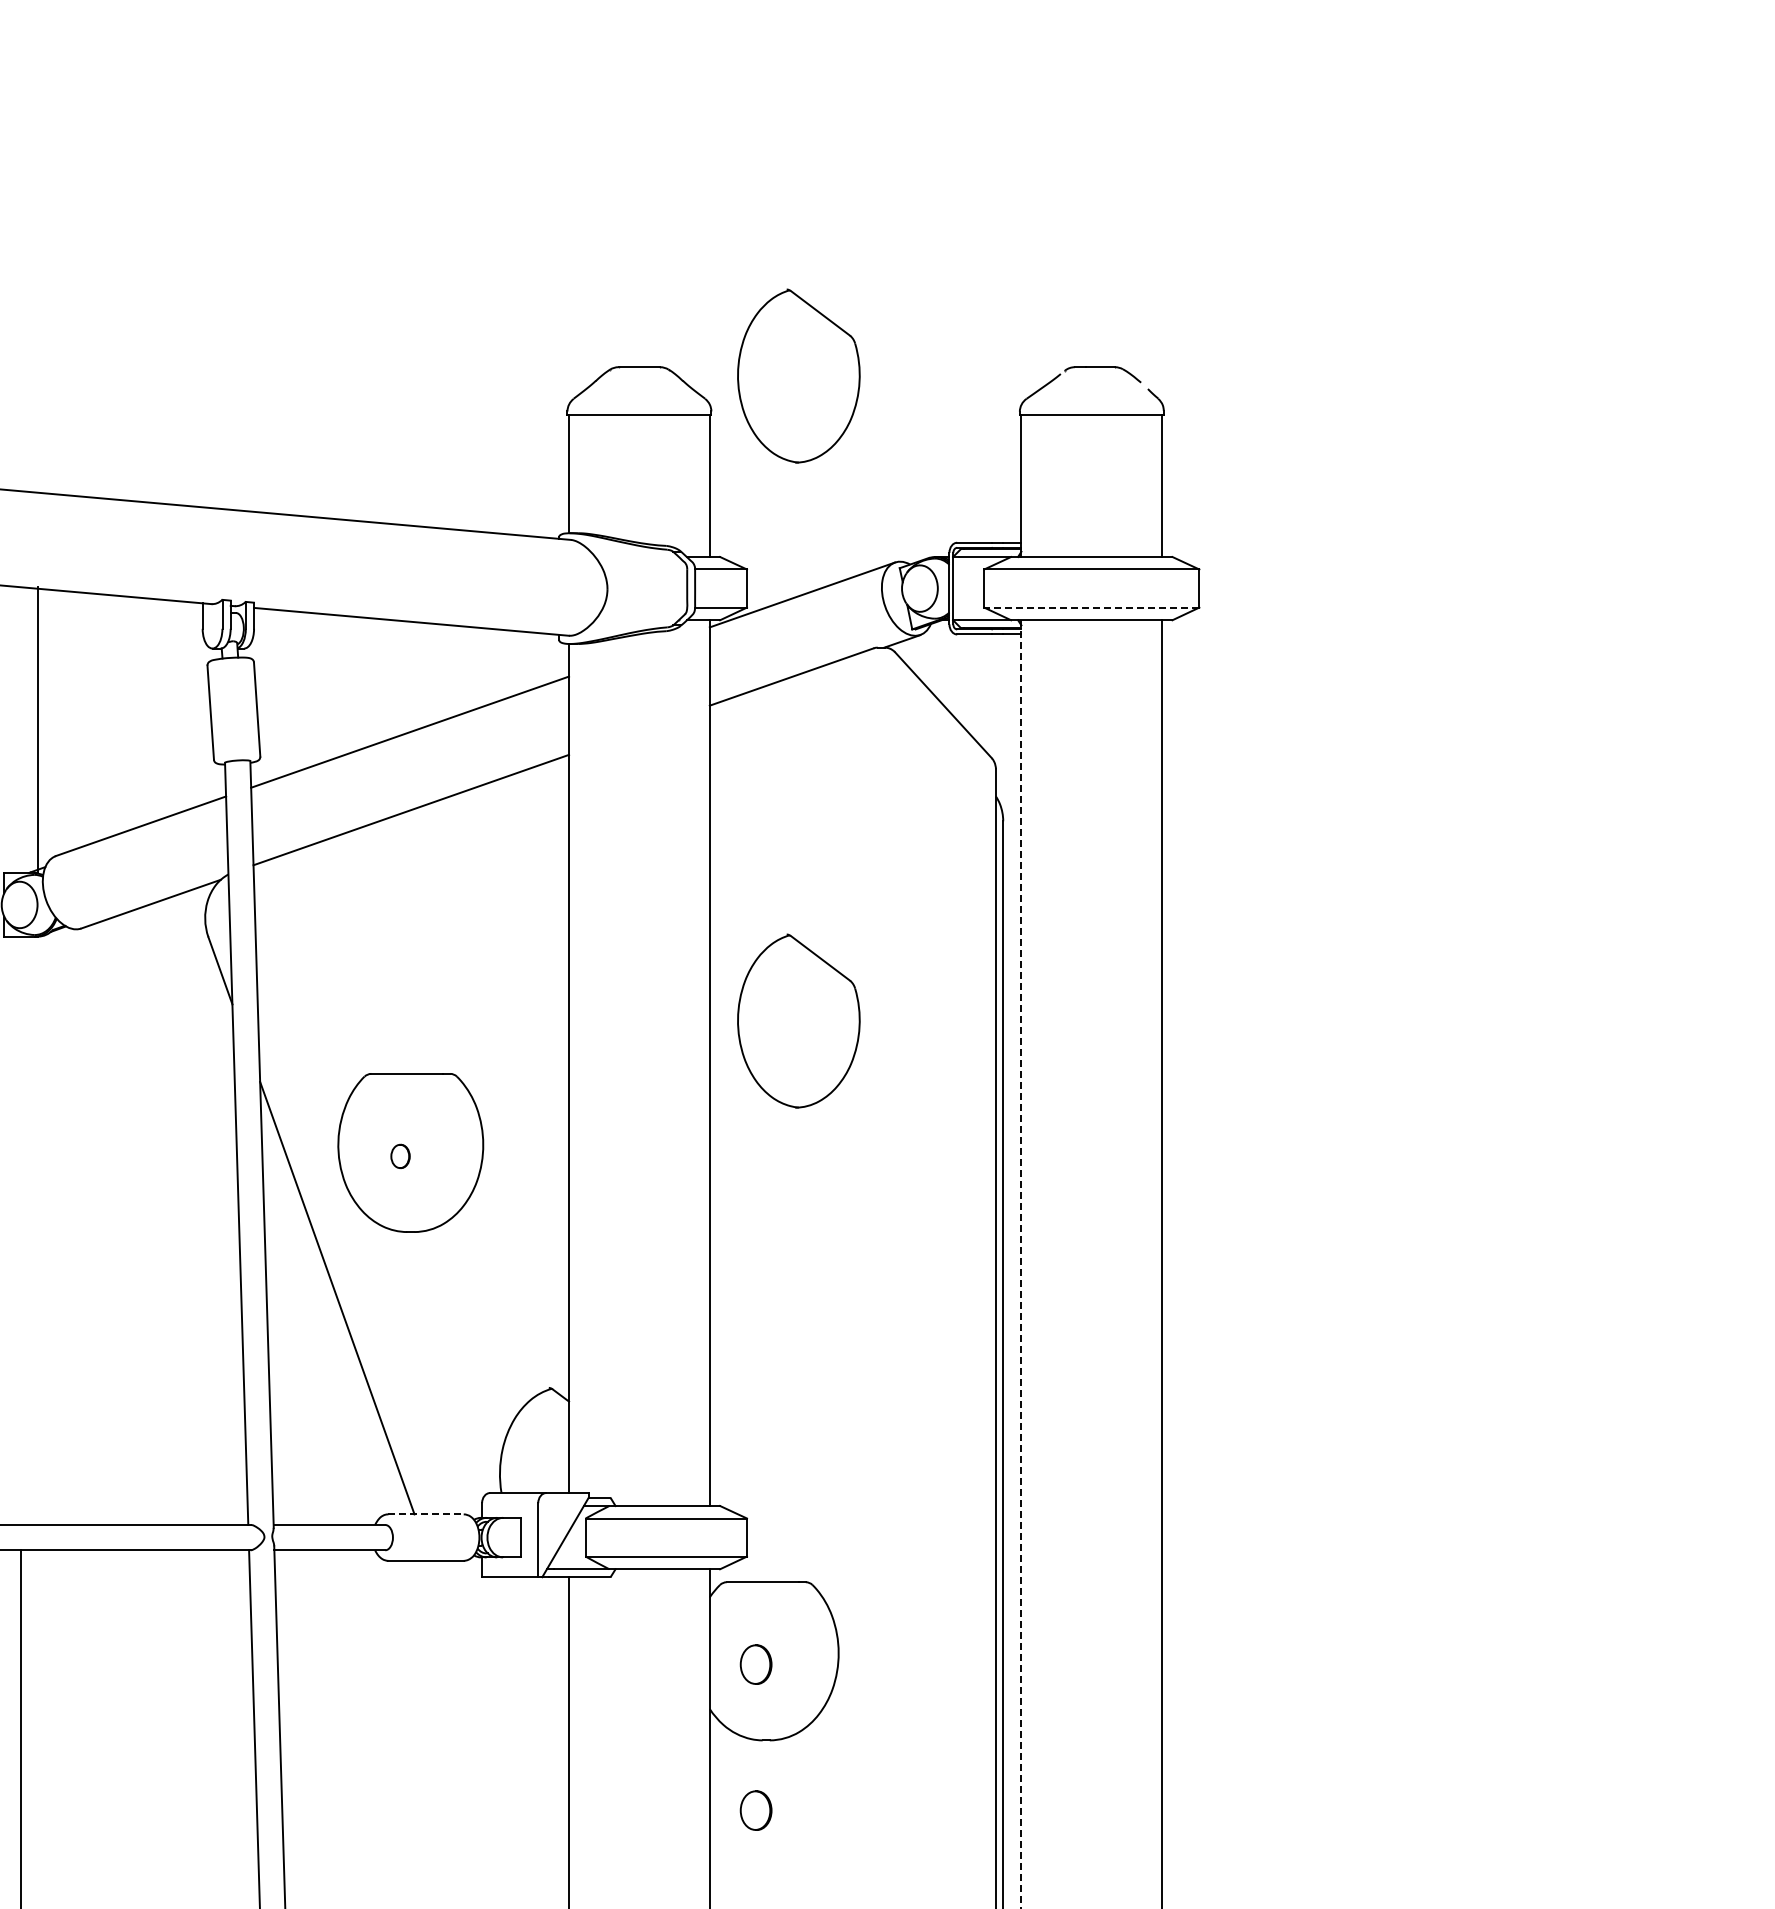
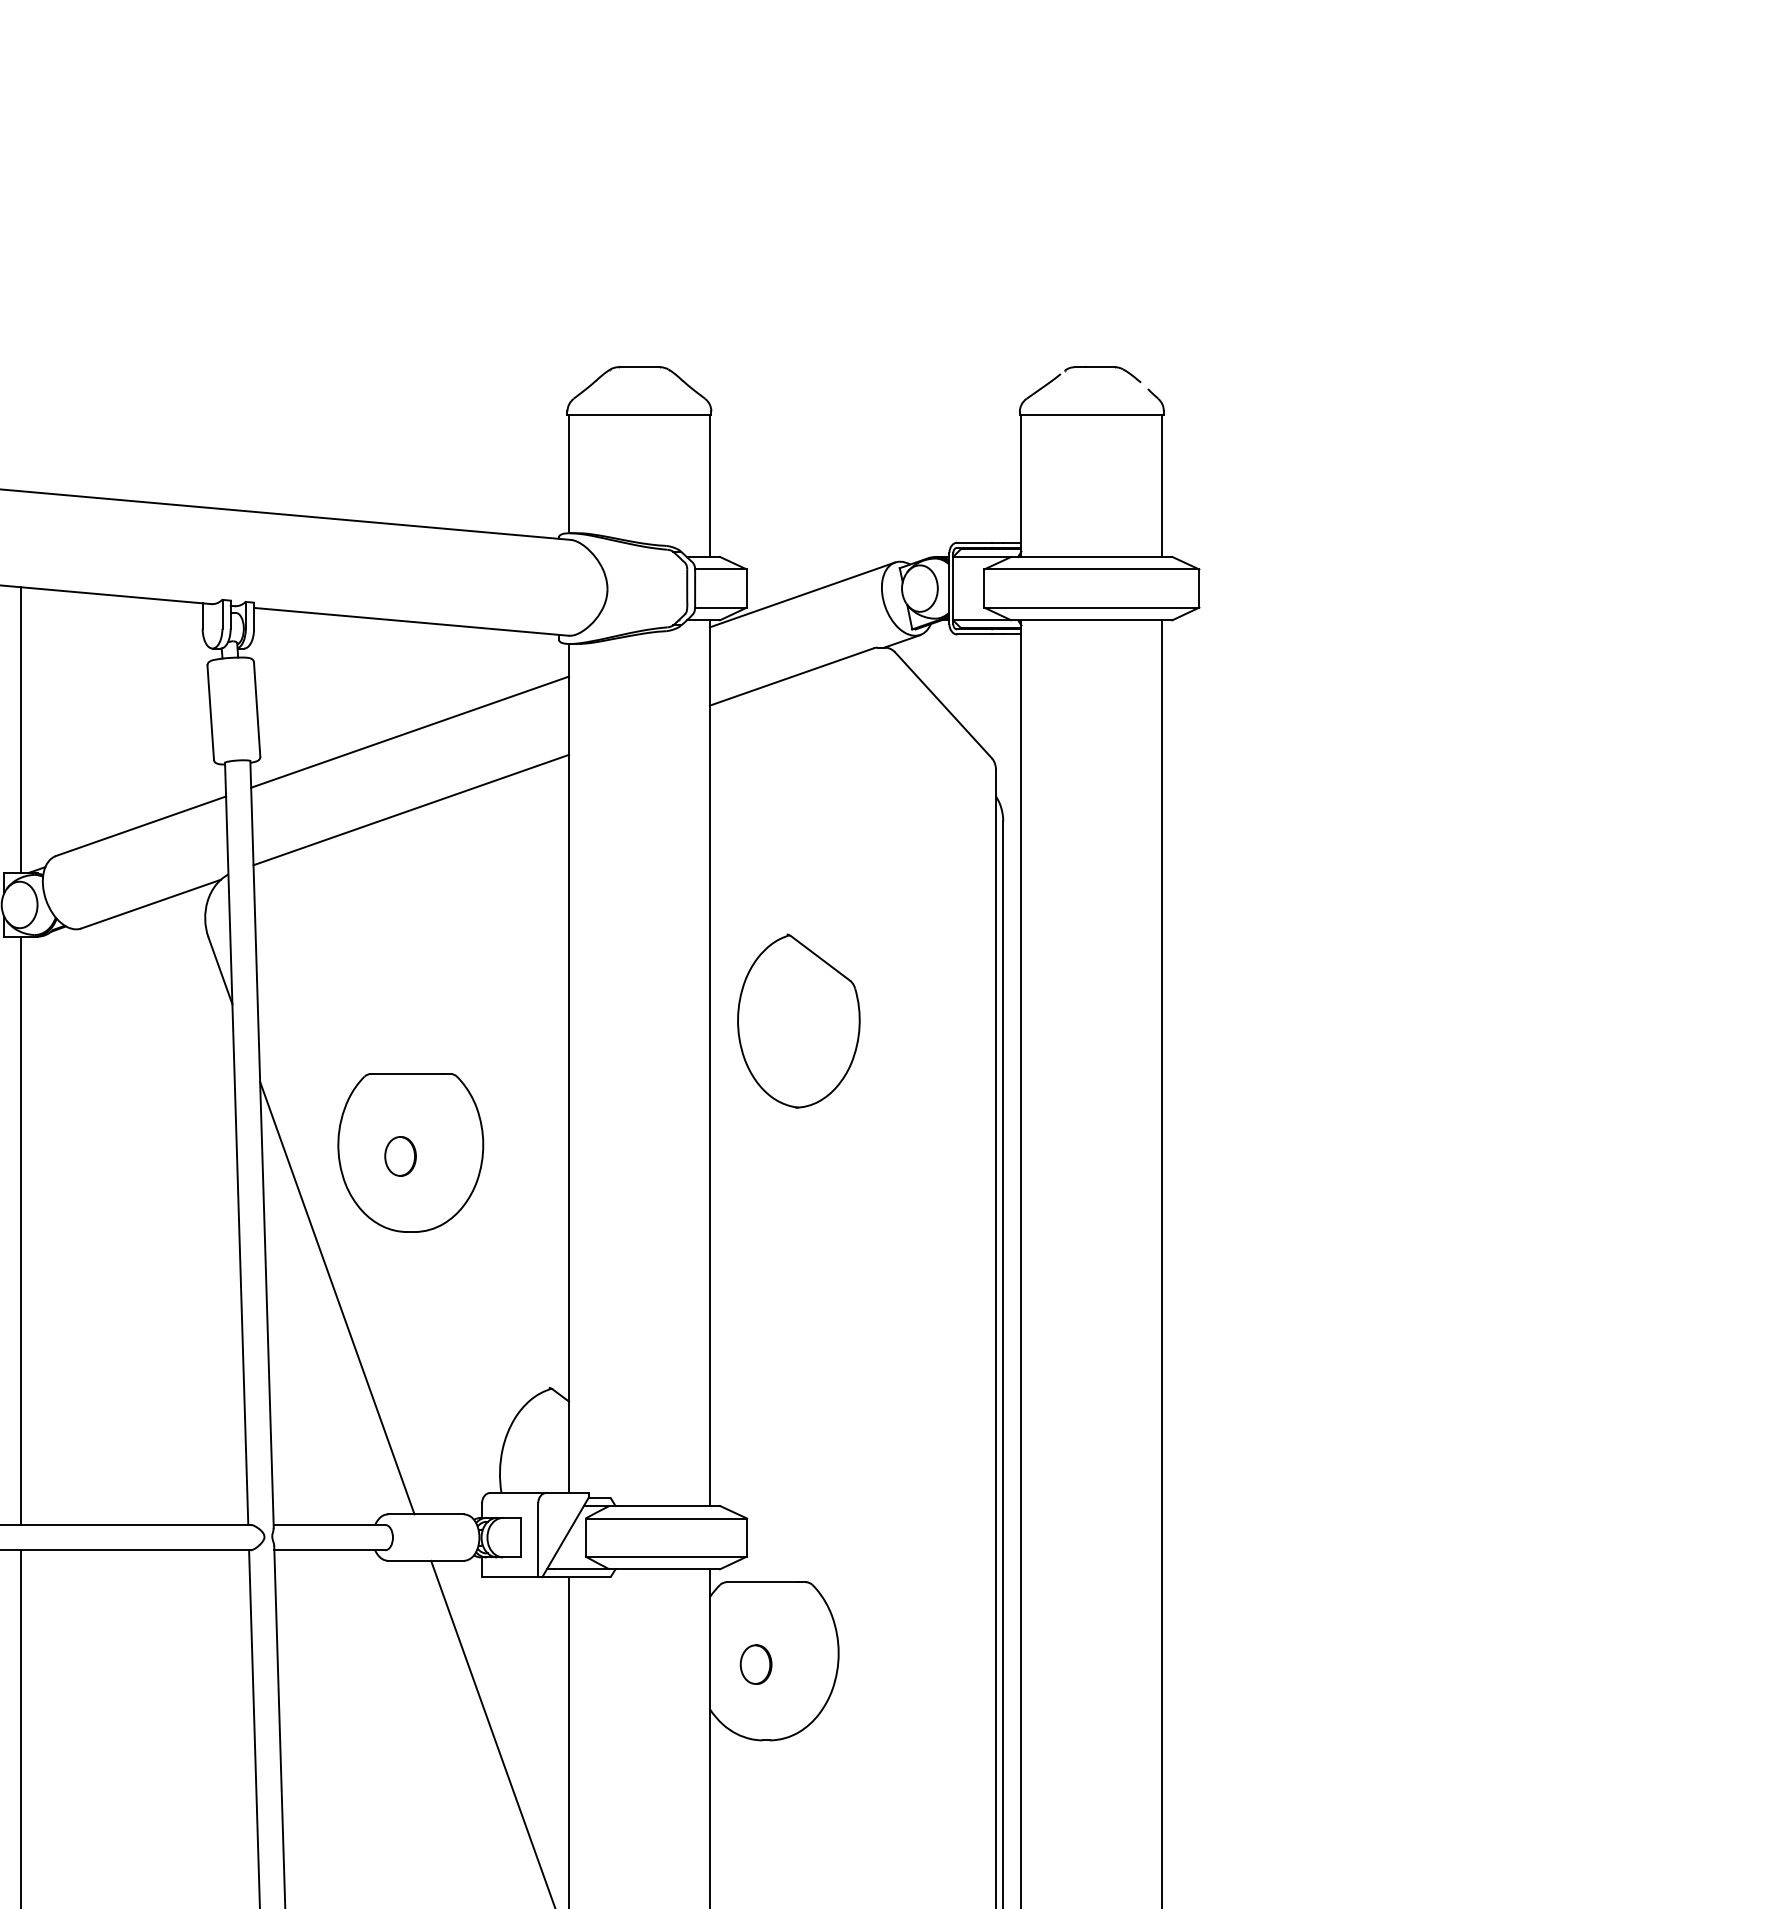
part at (798, 375): present -> none
line at (1091, 607): dashed -> solid
line at (37, 730) position: (37, 730) -> (20, 730)
part at (400, 1155) size: 21x26 px -> 33x41 px
line at (20, 1230): none -> present
line at (1021, 1265): dashed -> solid
line at (426, 1514): dashed -> solid
line at (492, 1732): none -> present
part at (755, 1810): present -> none
